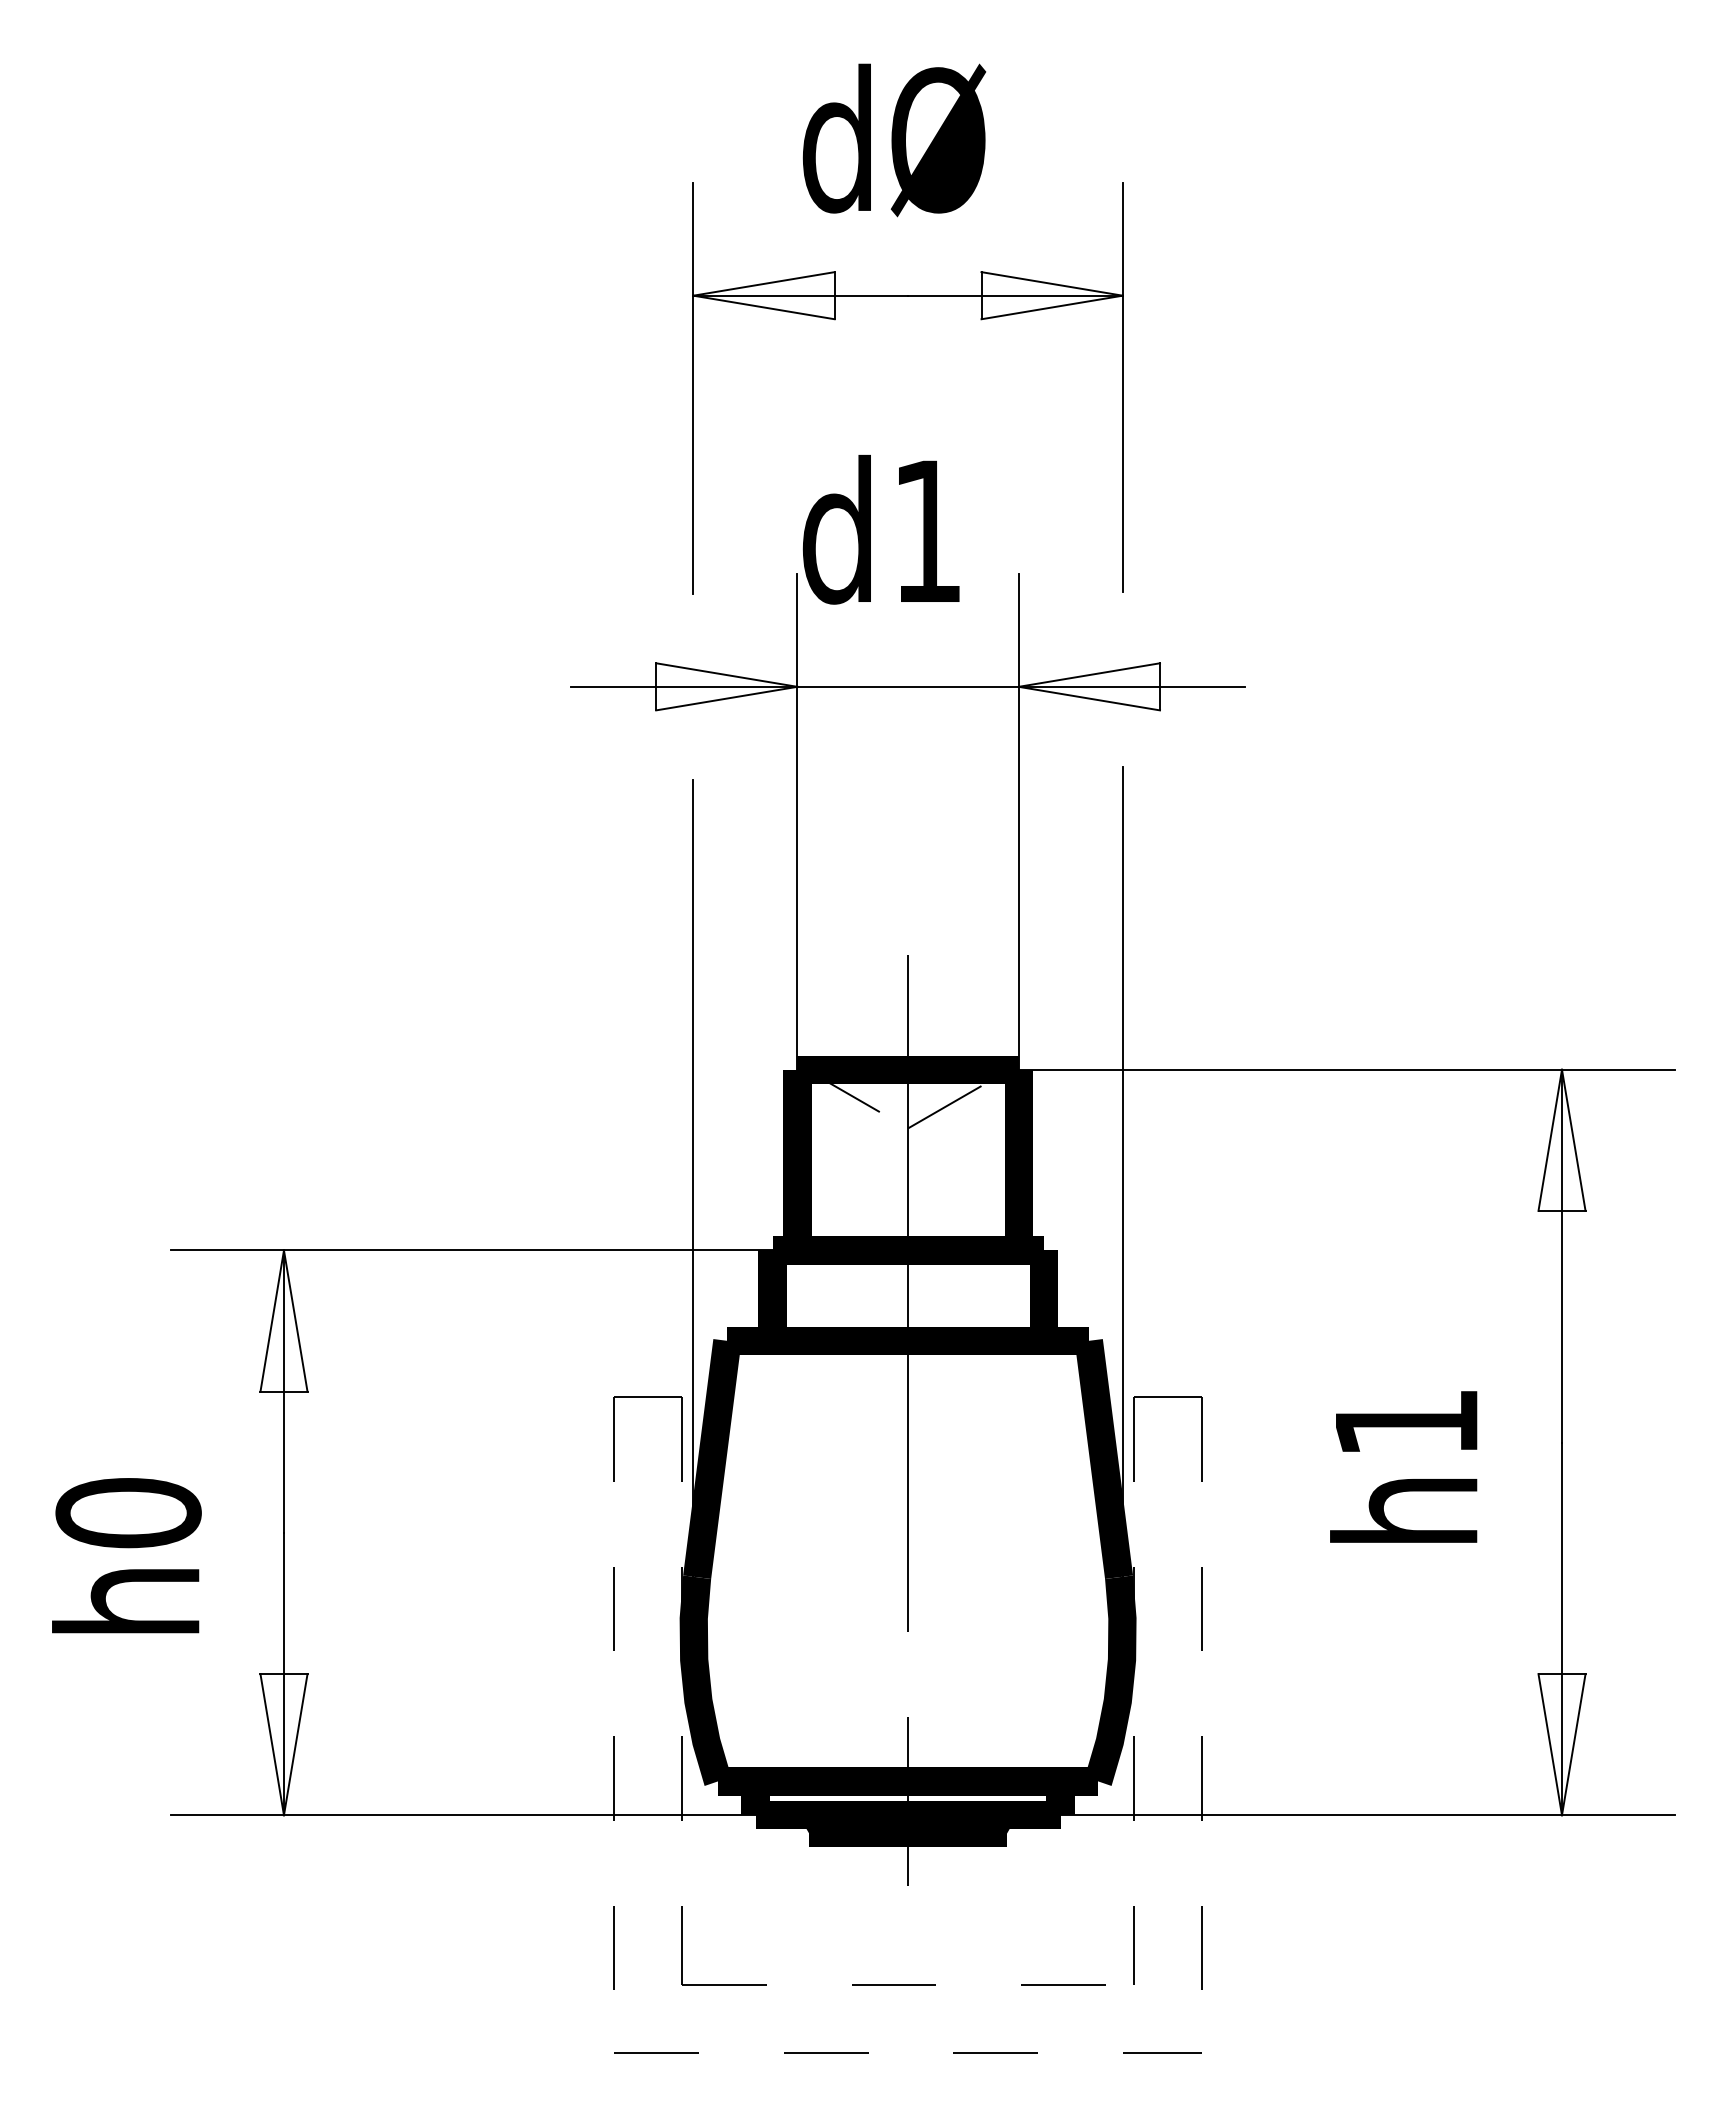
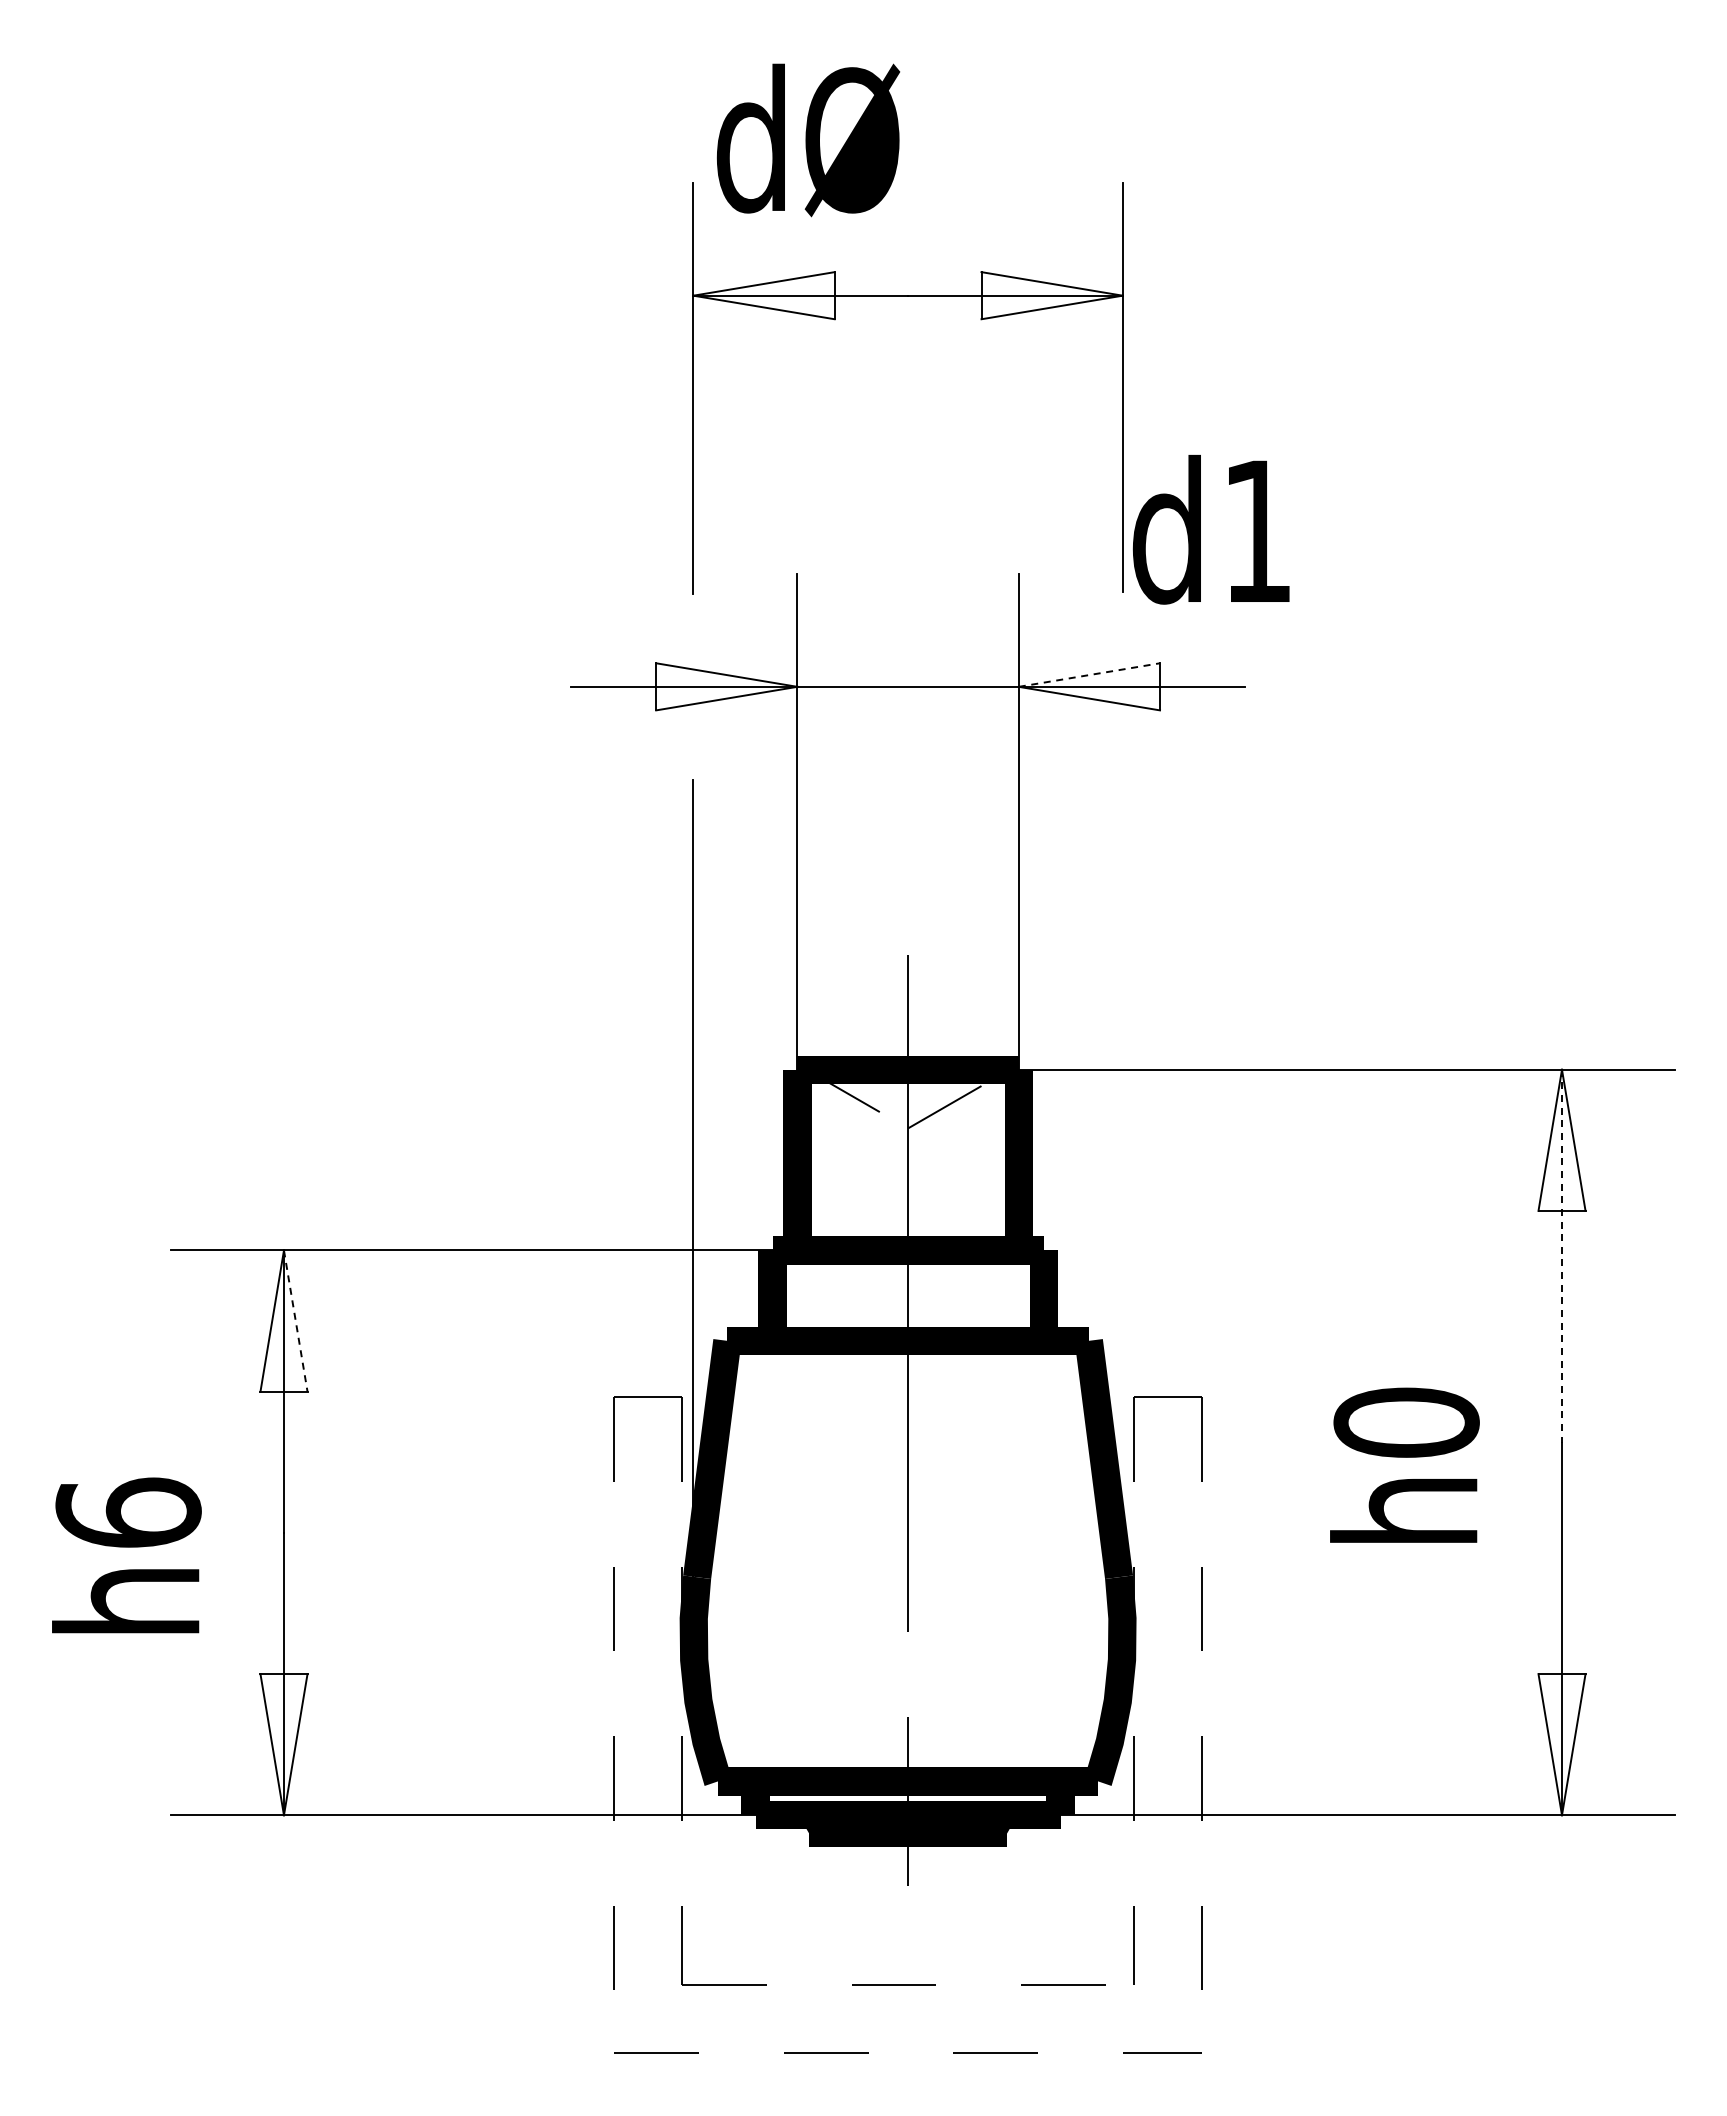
text at (894, 140) position: (894, 140) -> (808, 140)
text at (880, 529) position: (880, 529) -> (1210, 529)
line at (1089, 675): solid -> dashed
line at (1122, 1200): present -> none
line at (1561, 1256): solid -> dashed
line at (295, 1321): solid -> dashed
text at (1406, 1422): h1 -> h0
text at (128, 1512): h0 -> h6
